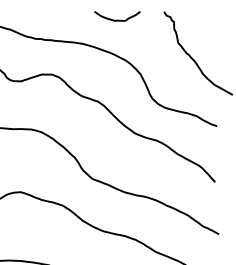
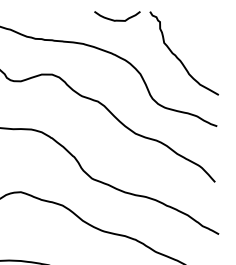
curve at (192, 57) position: (192, 57) -> (178, 57)
